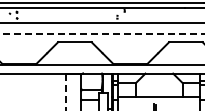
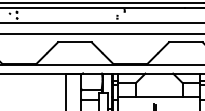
line at (102, 33): dashed -> solid
line at (65, 92): dashed -> solid
